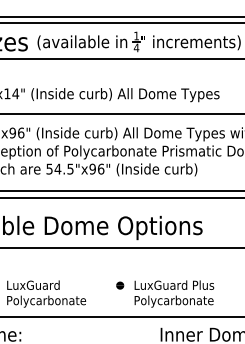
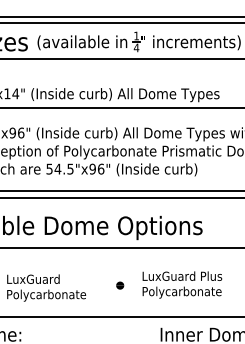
line at (121, 114) position: (121, 114) -> (121, 108)
text at (46, 293) position: (46, 293) -> (46, 287)
text at (174, 293) position: (174, 293) -> (182, 284)
